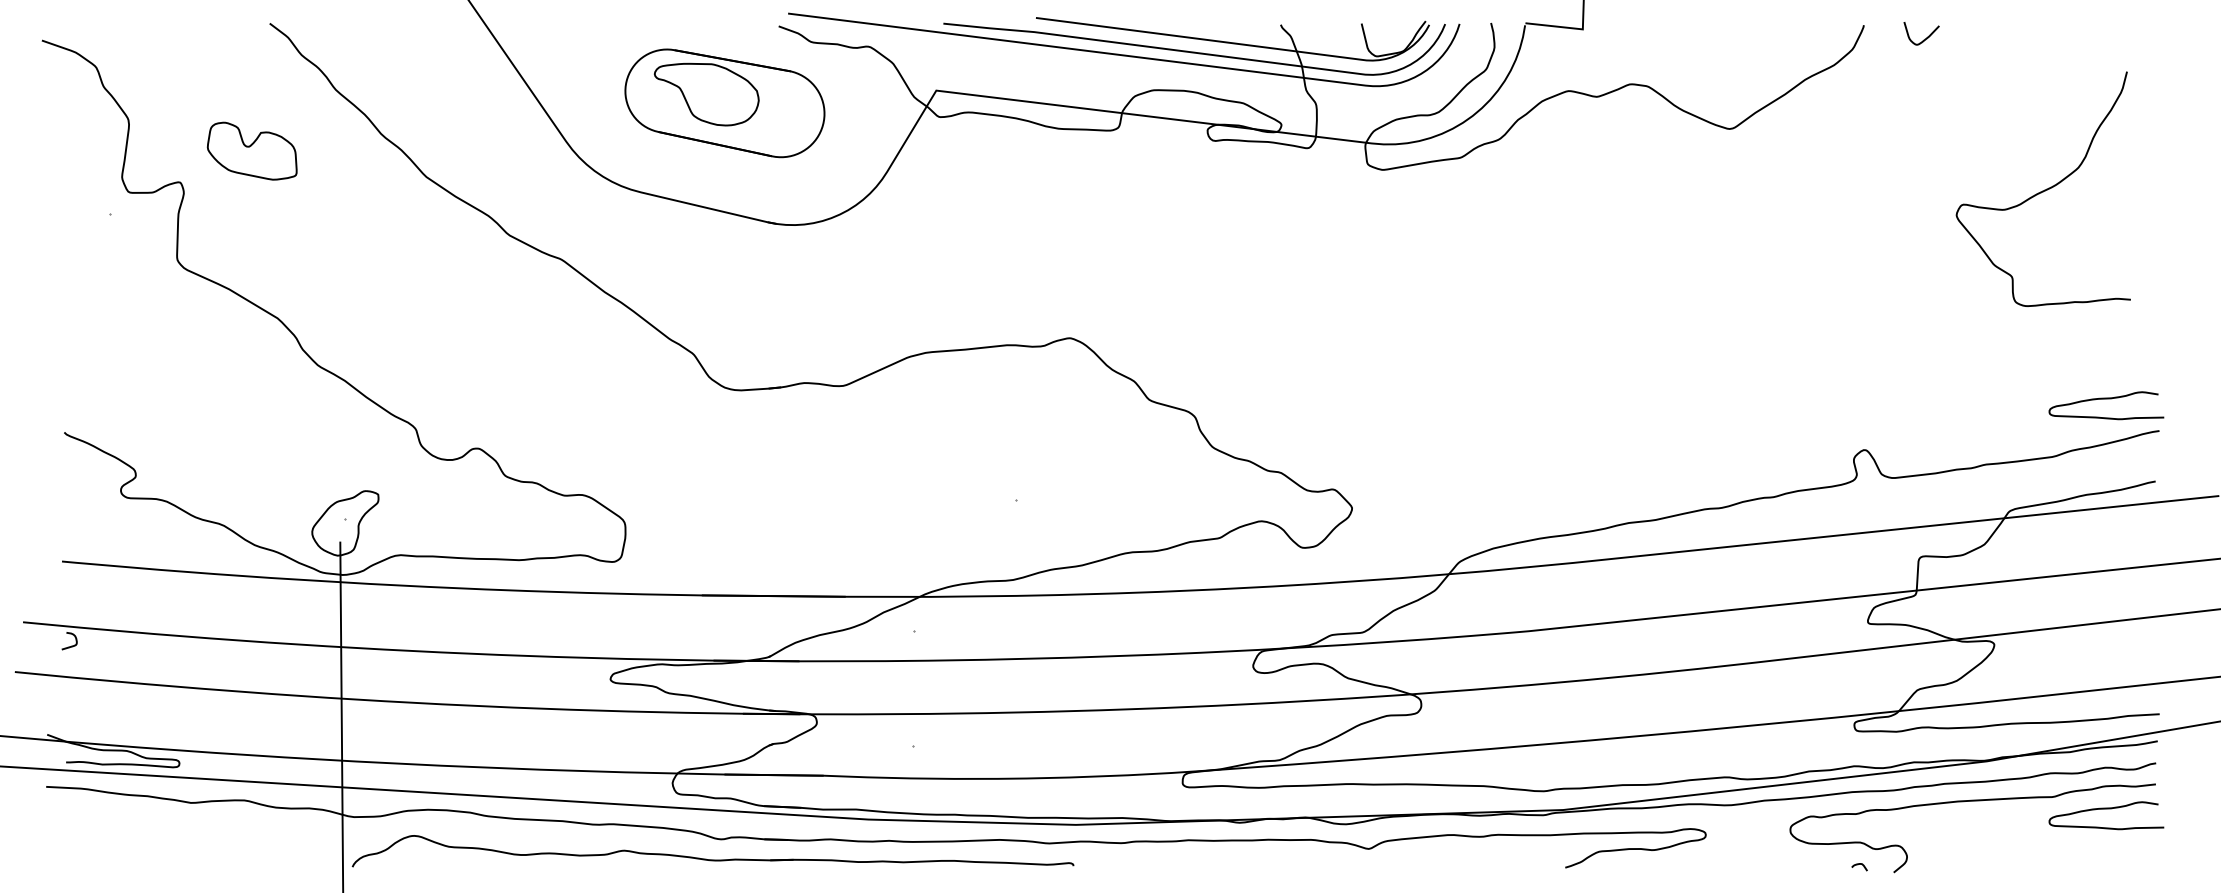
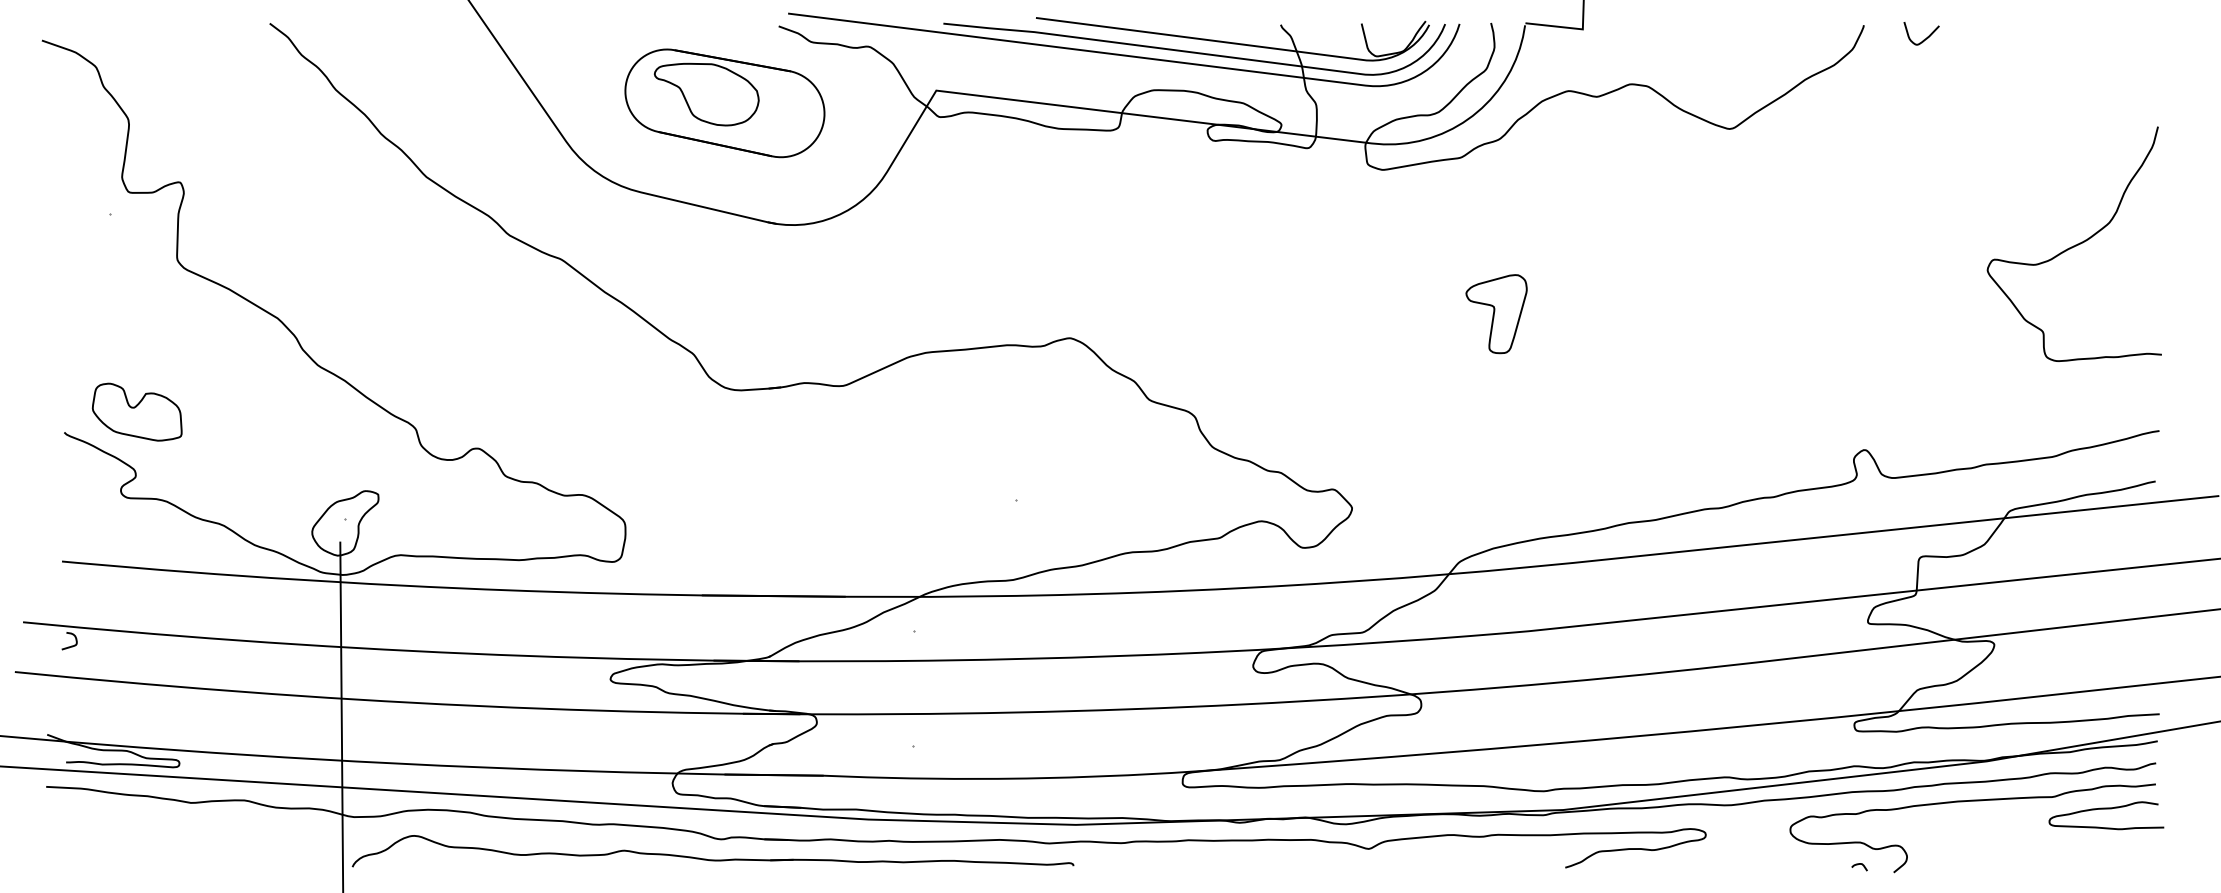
part at (251, 150) position: (251, 150) -> (136, 411)
curve at (2042, 190) position: (2042, 190) -> (2073, 245)
part at (1496, 314): none -> present
curve at (2106, 399): present -> none
